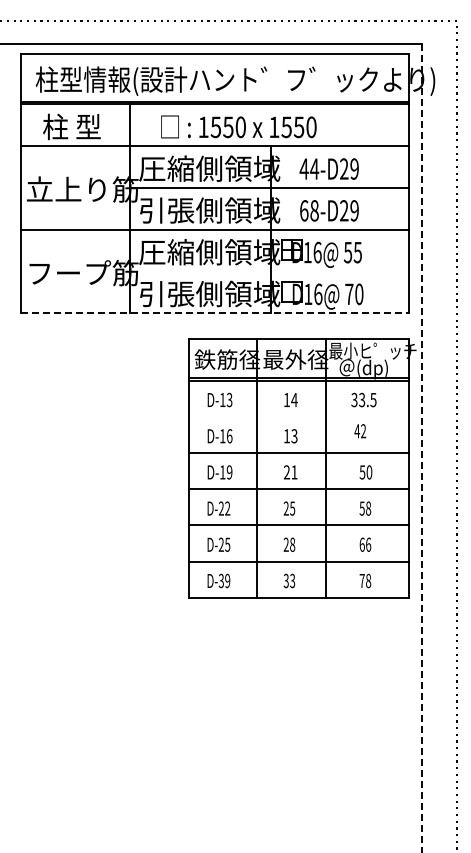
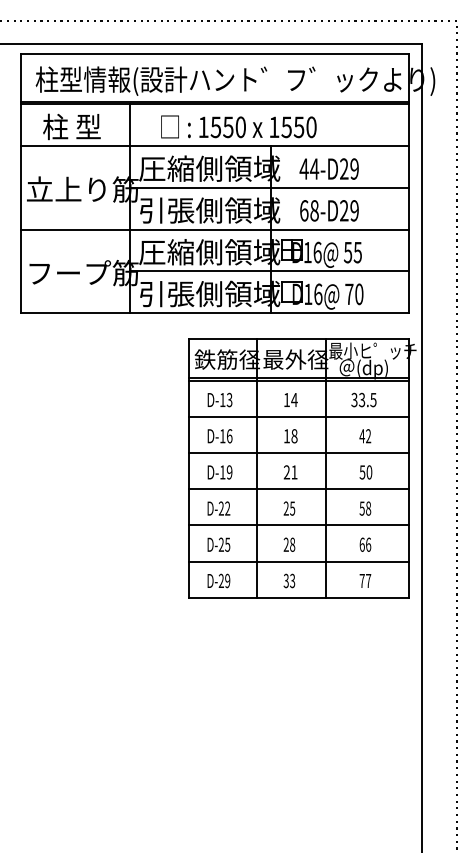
line at (269, 271): none -> present
line at (215, 313): dashed -> solid
line at (299, 416): none -> present
text at (360, 431) position: (360, 431) -> (365, 436)
text at (294, 436): 13 -> 18
line at (422, 448): dashed -> solid
text at (368, 580): 78 -> 77
text at (220, 581): D-39 -> D-29
